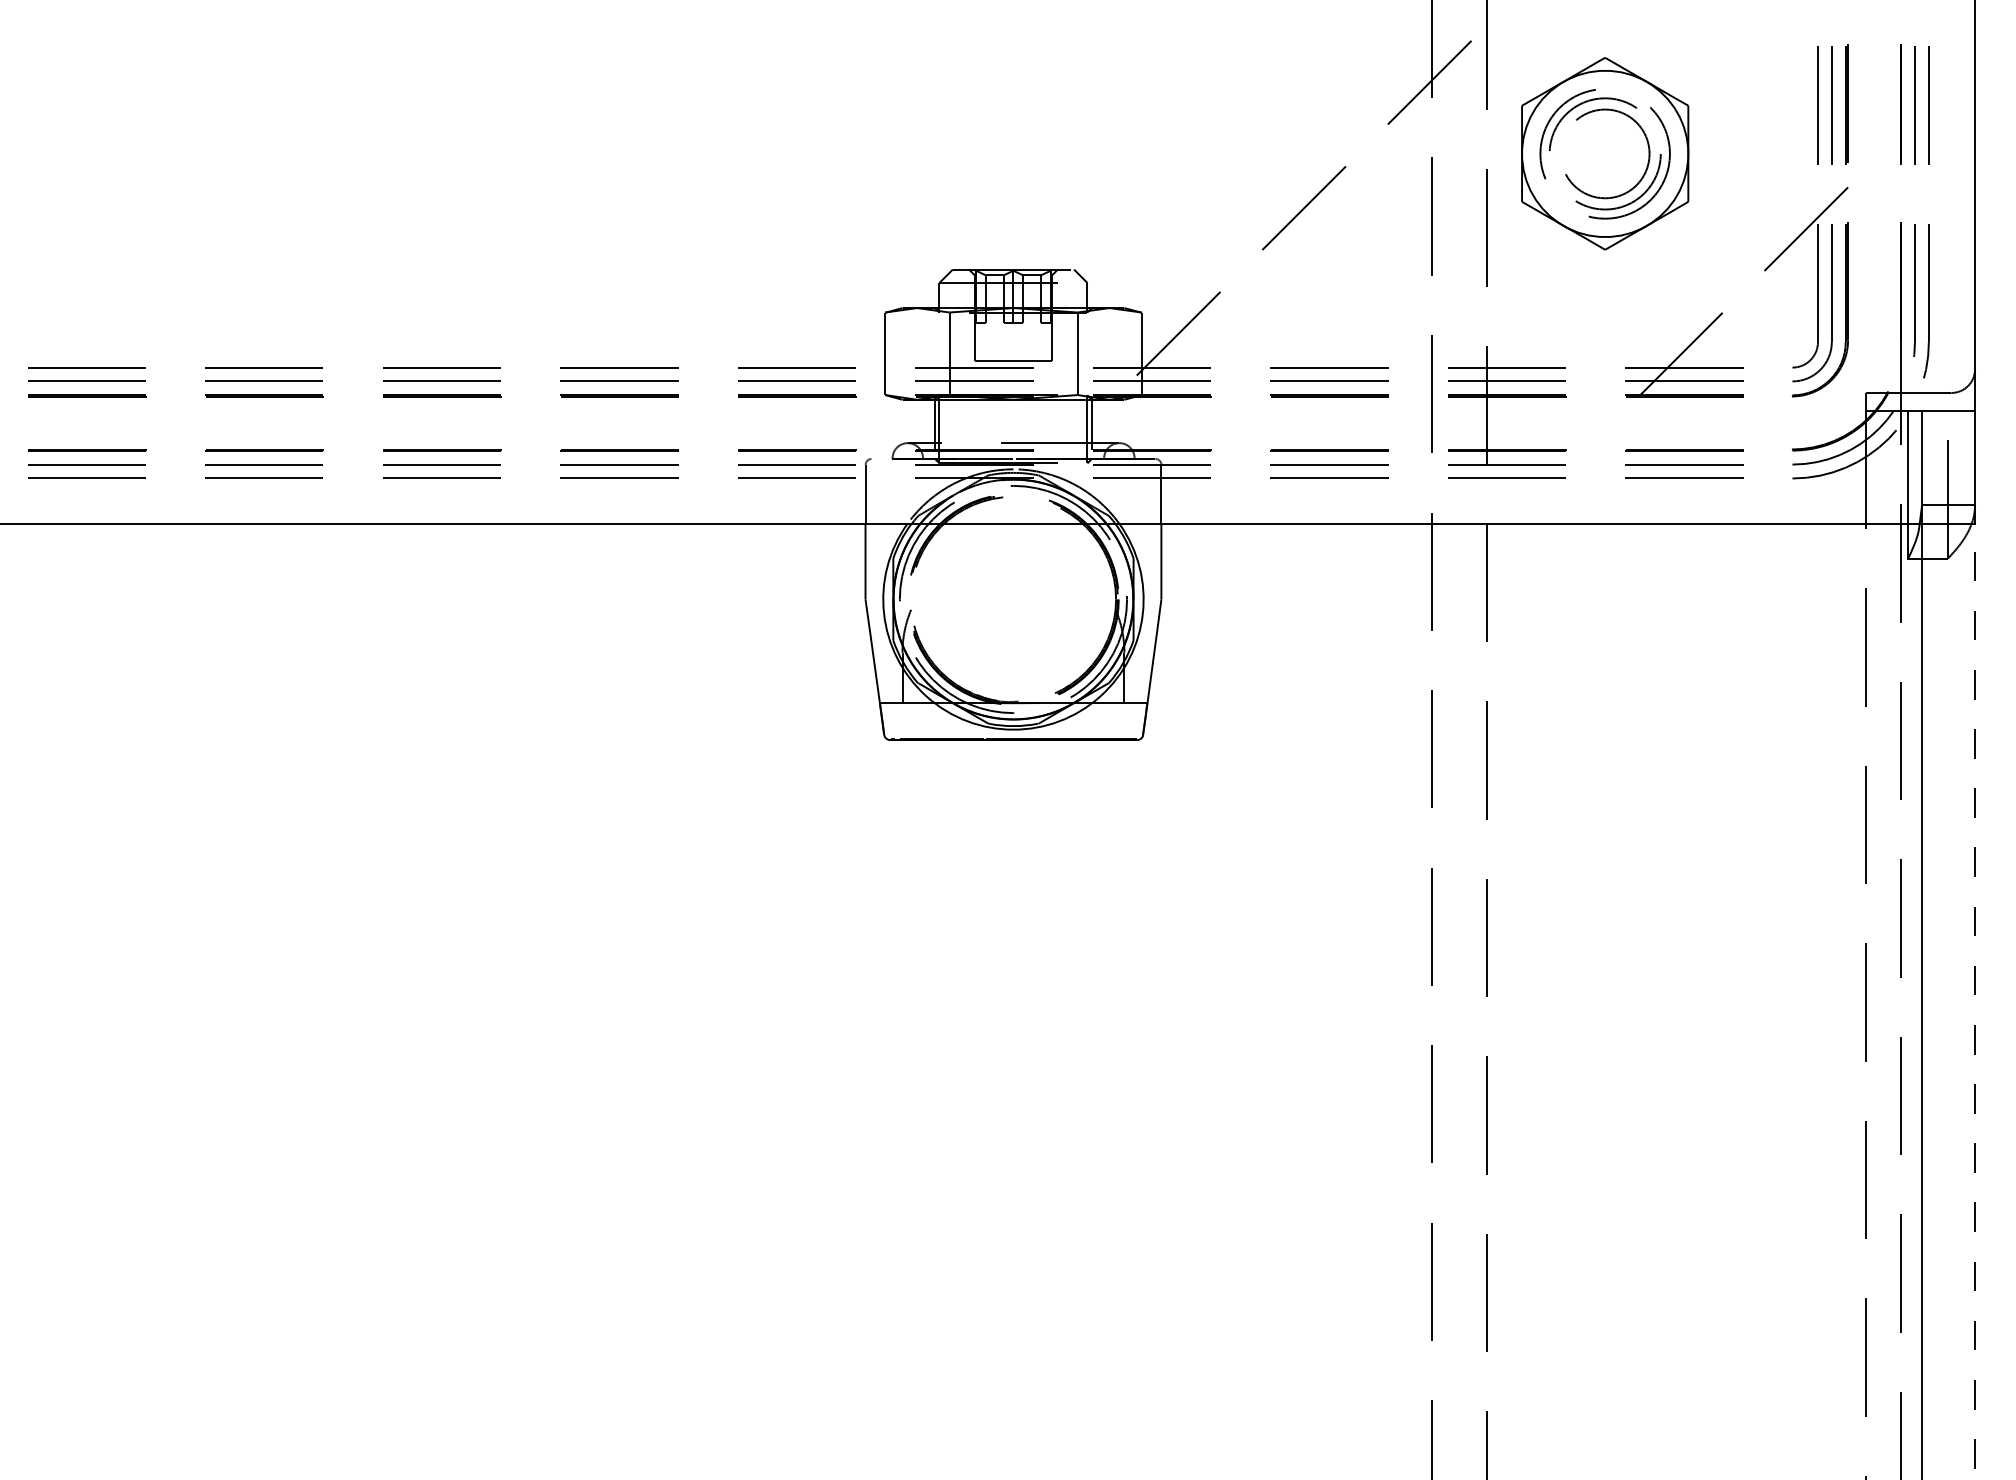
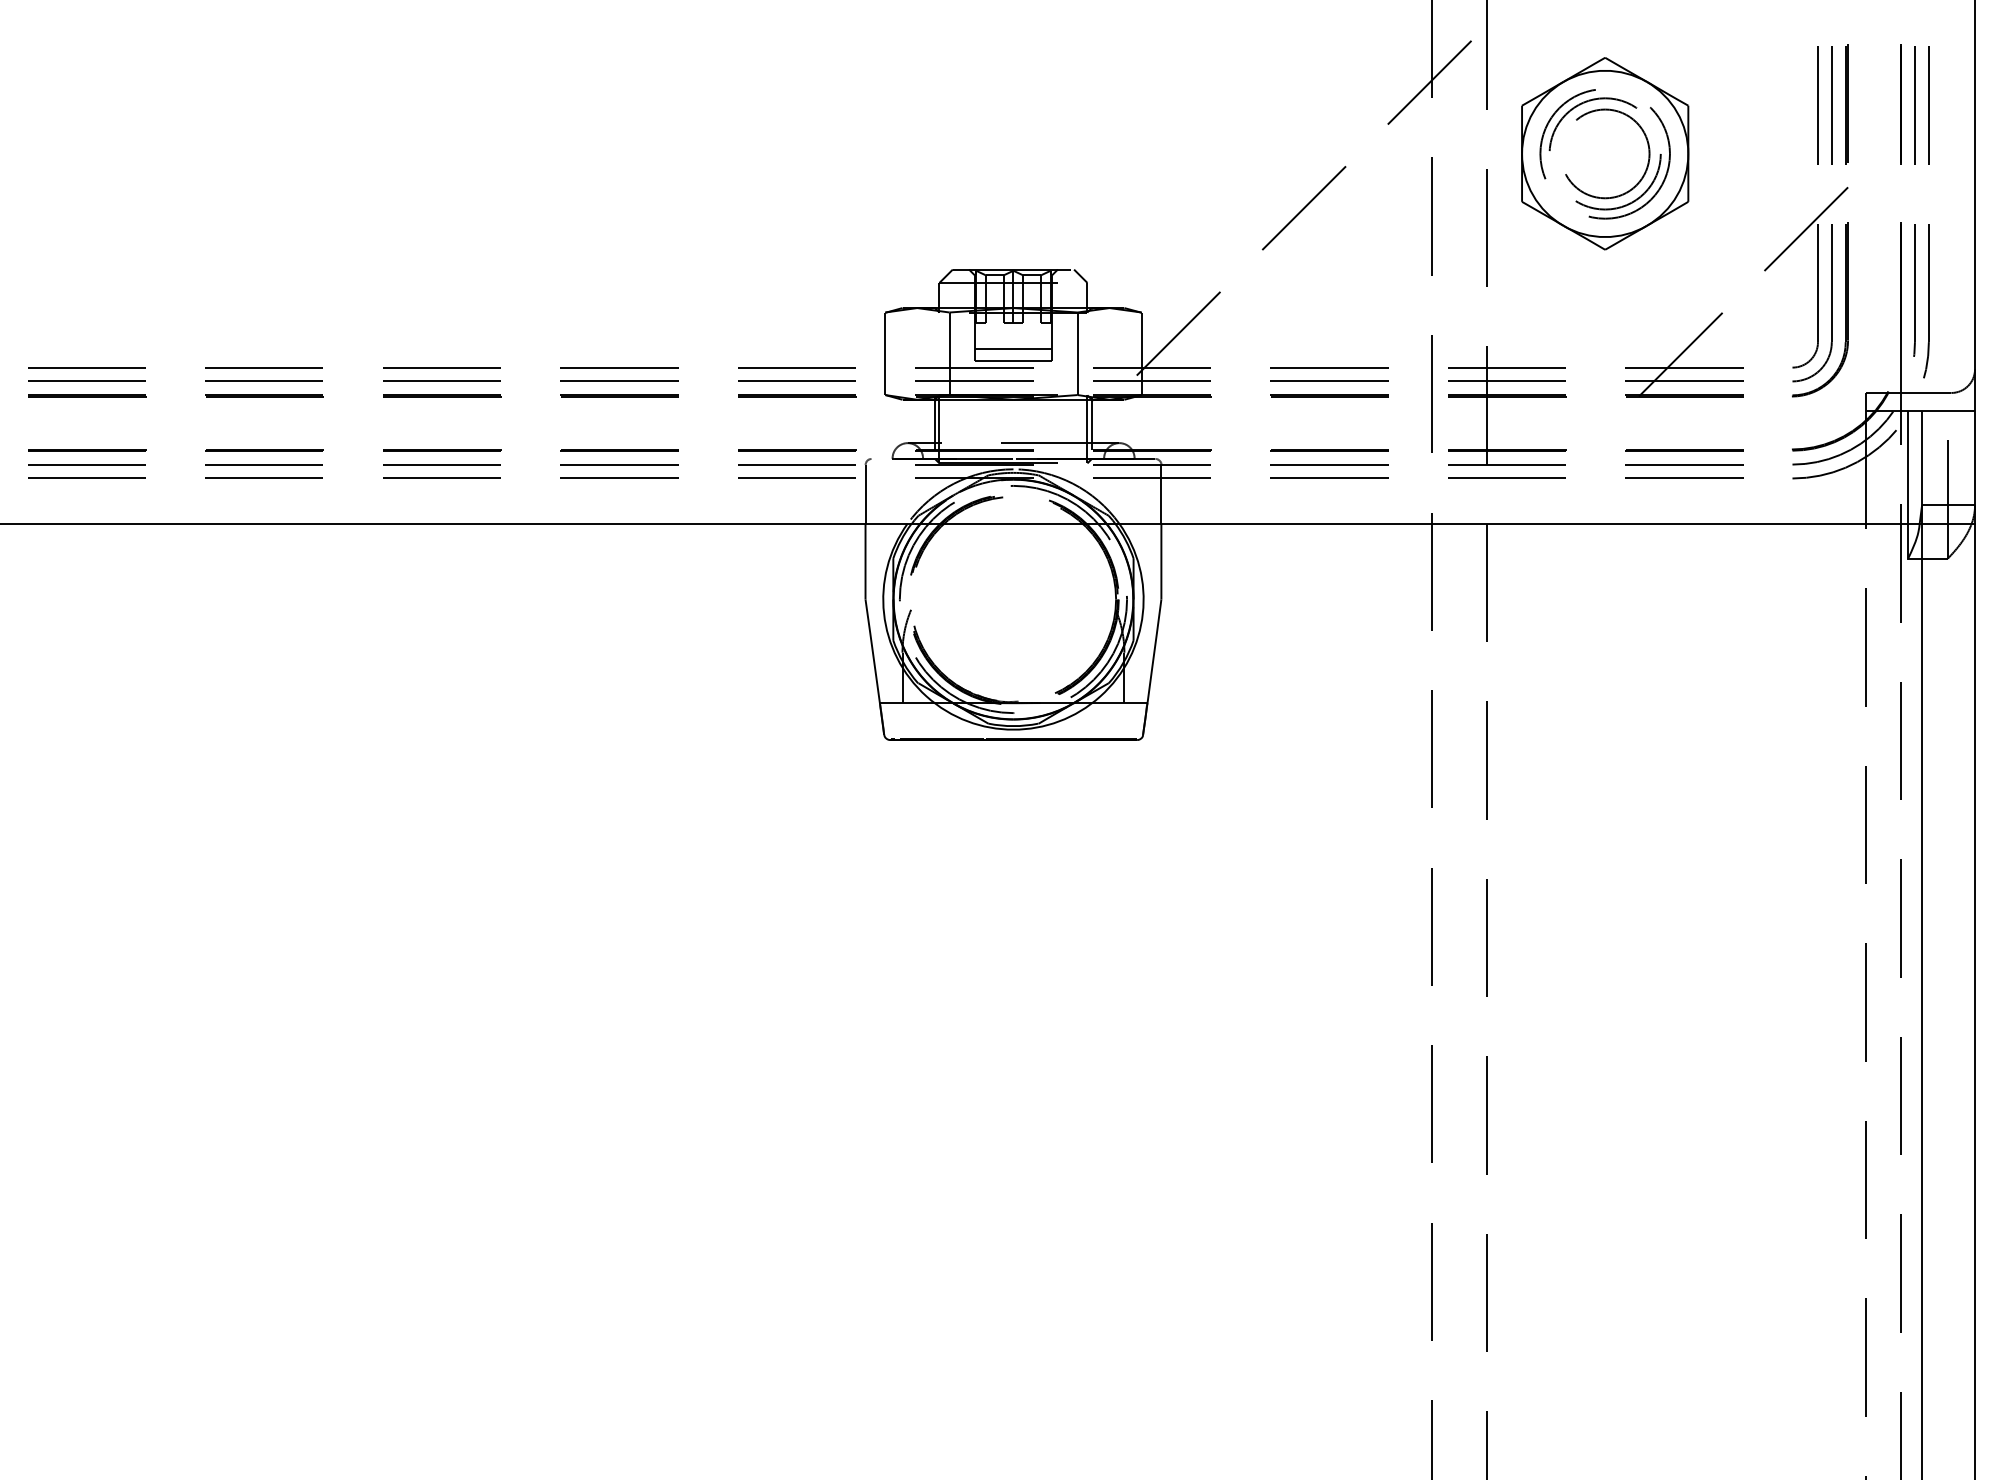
line at (1013, 349): none -> present
line at (1975, 1001): dashed -> solid
